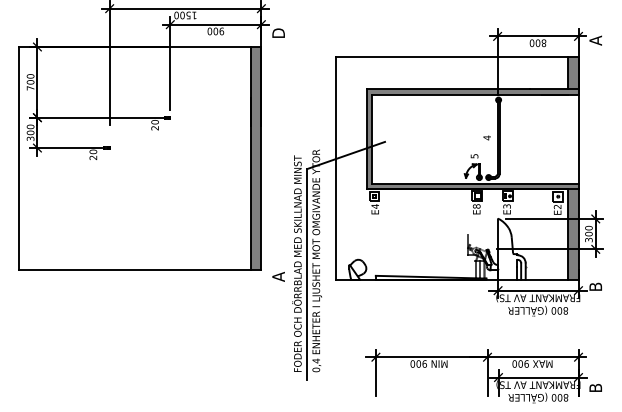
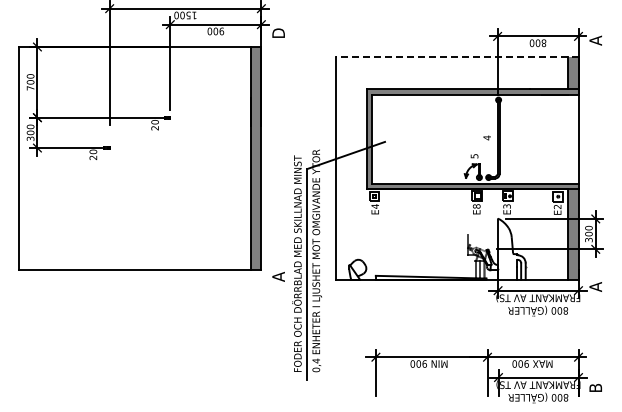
line at (456, 57): solid -> dashed
text at (595, 286): B -> A
